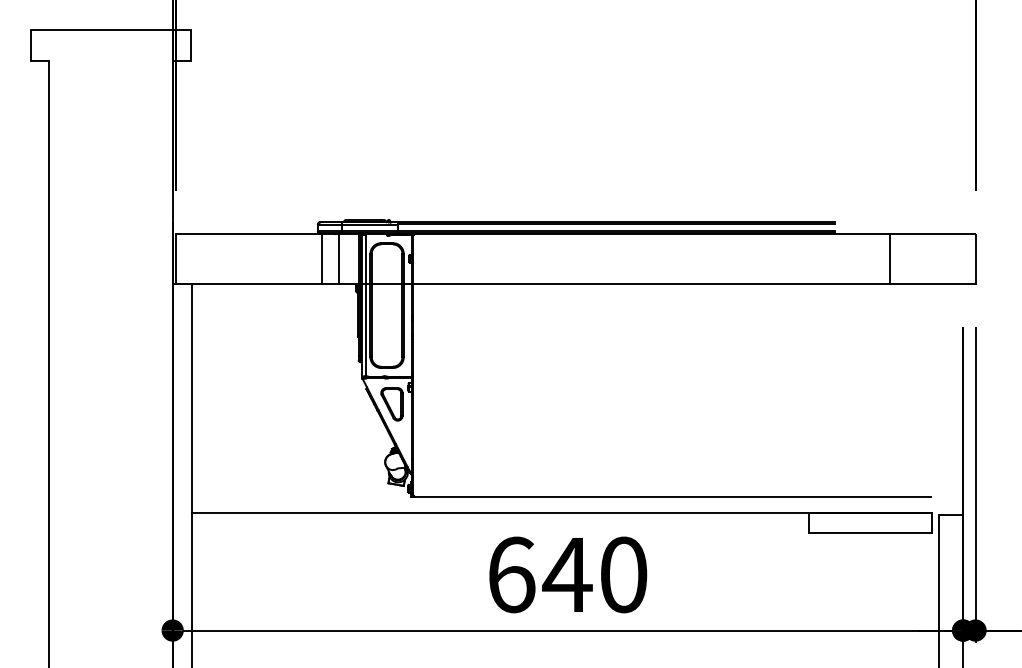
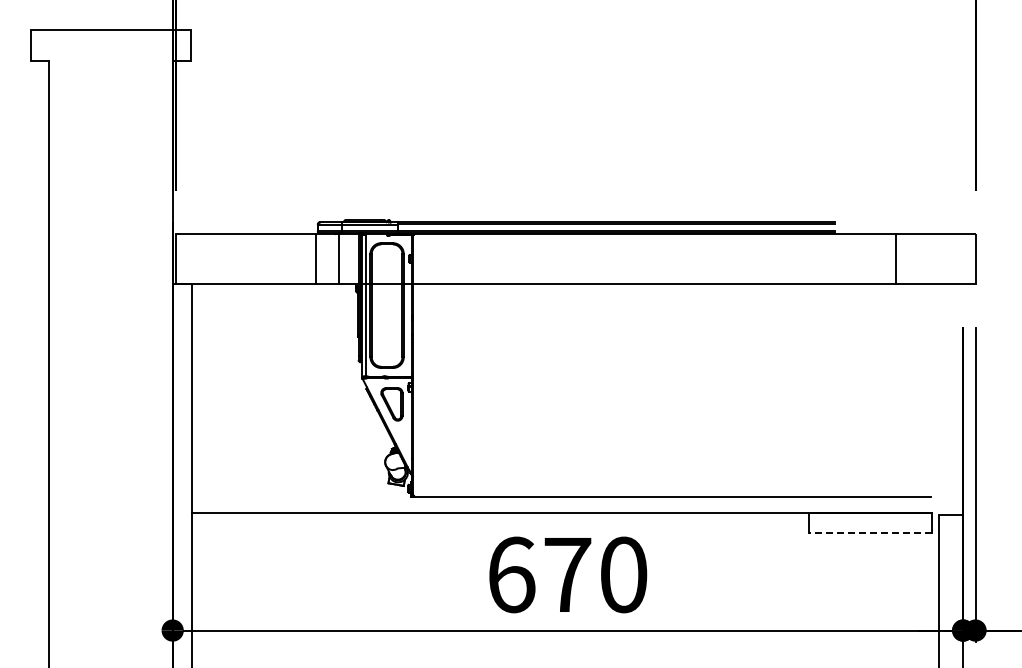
line at (322, 258) position: (322, 258) -> (316, 258)
line at (890, 258) position: (890, 258) -> (896, 258)
line at (870, 533): solid -> dashed
text at (567, 574): 640 -> 670
